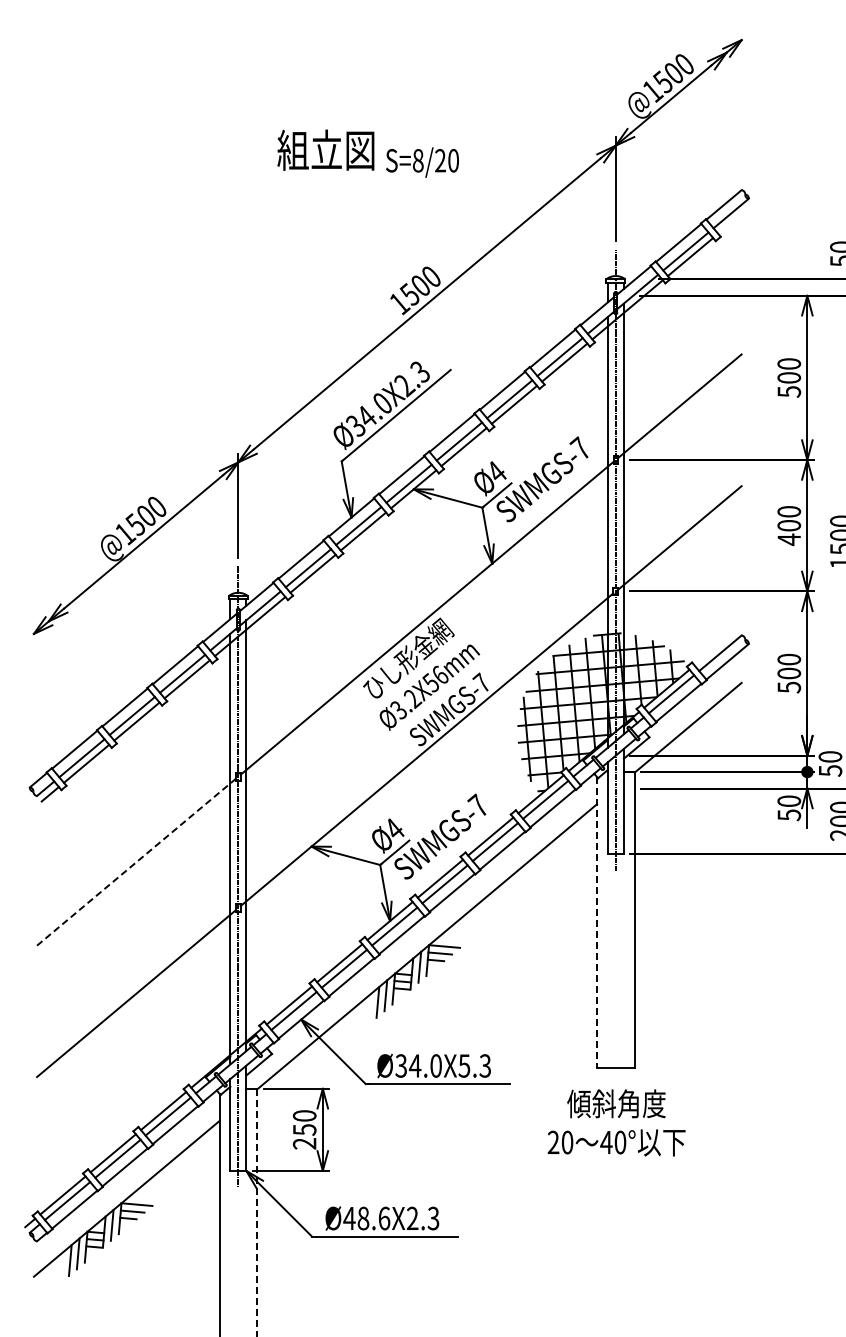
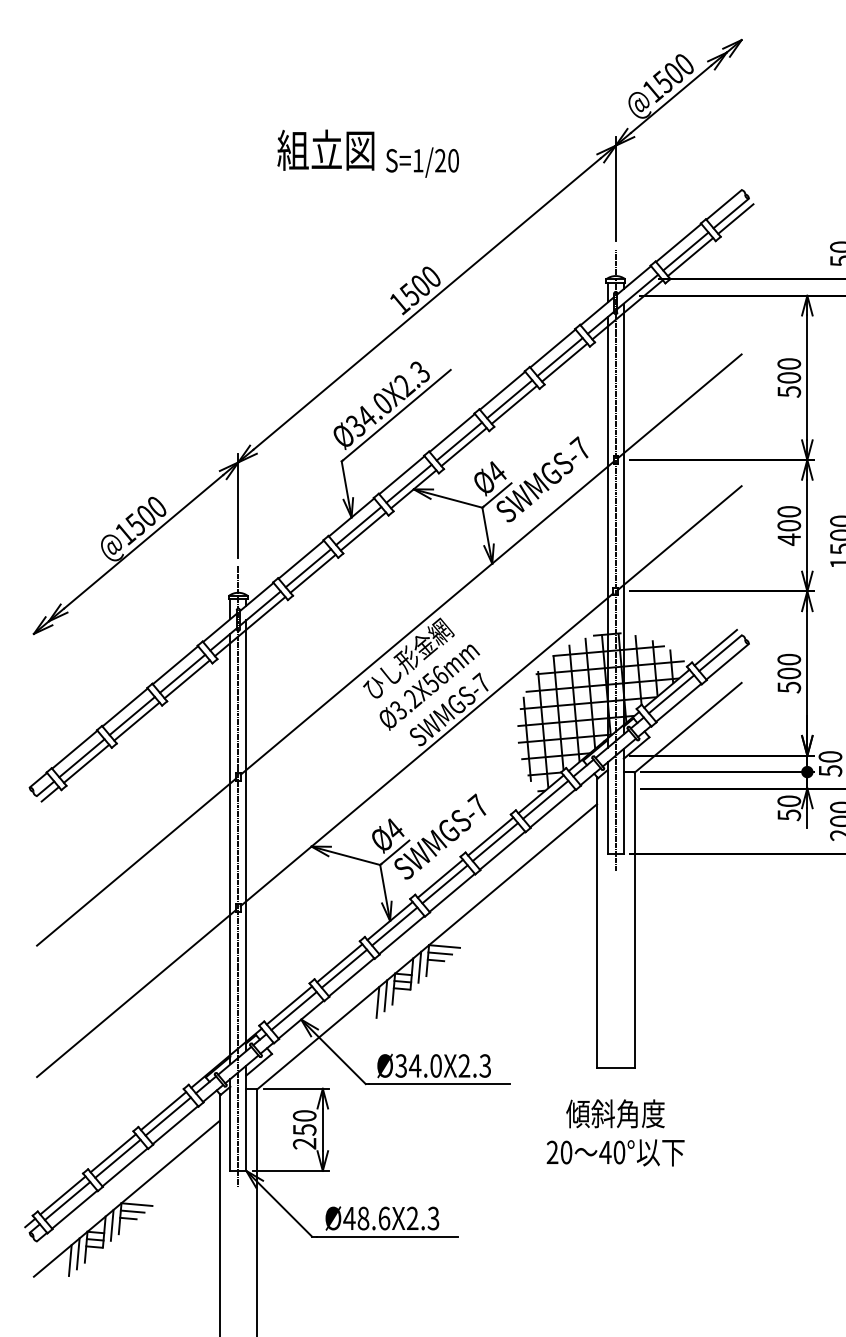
text at (418, 160): S=8/20 -> S=1/20
line at (735, 218): none -> present
line at (715, 647): none -> present
line at (136, 862): dashed -> solid
line at (597, 922): dashed -> solid
text at (464, 1065): Ø34.0X5.3 -> Ø34.0X2.3
text at (616, 1122) position: (616, 1122) -> (615, 1132)
line at (257, 1212): dashed -> solid
